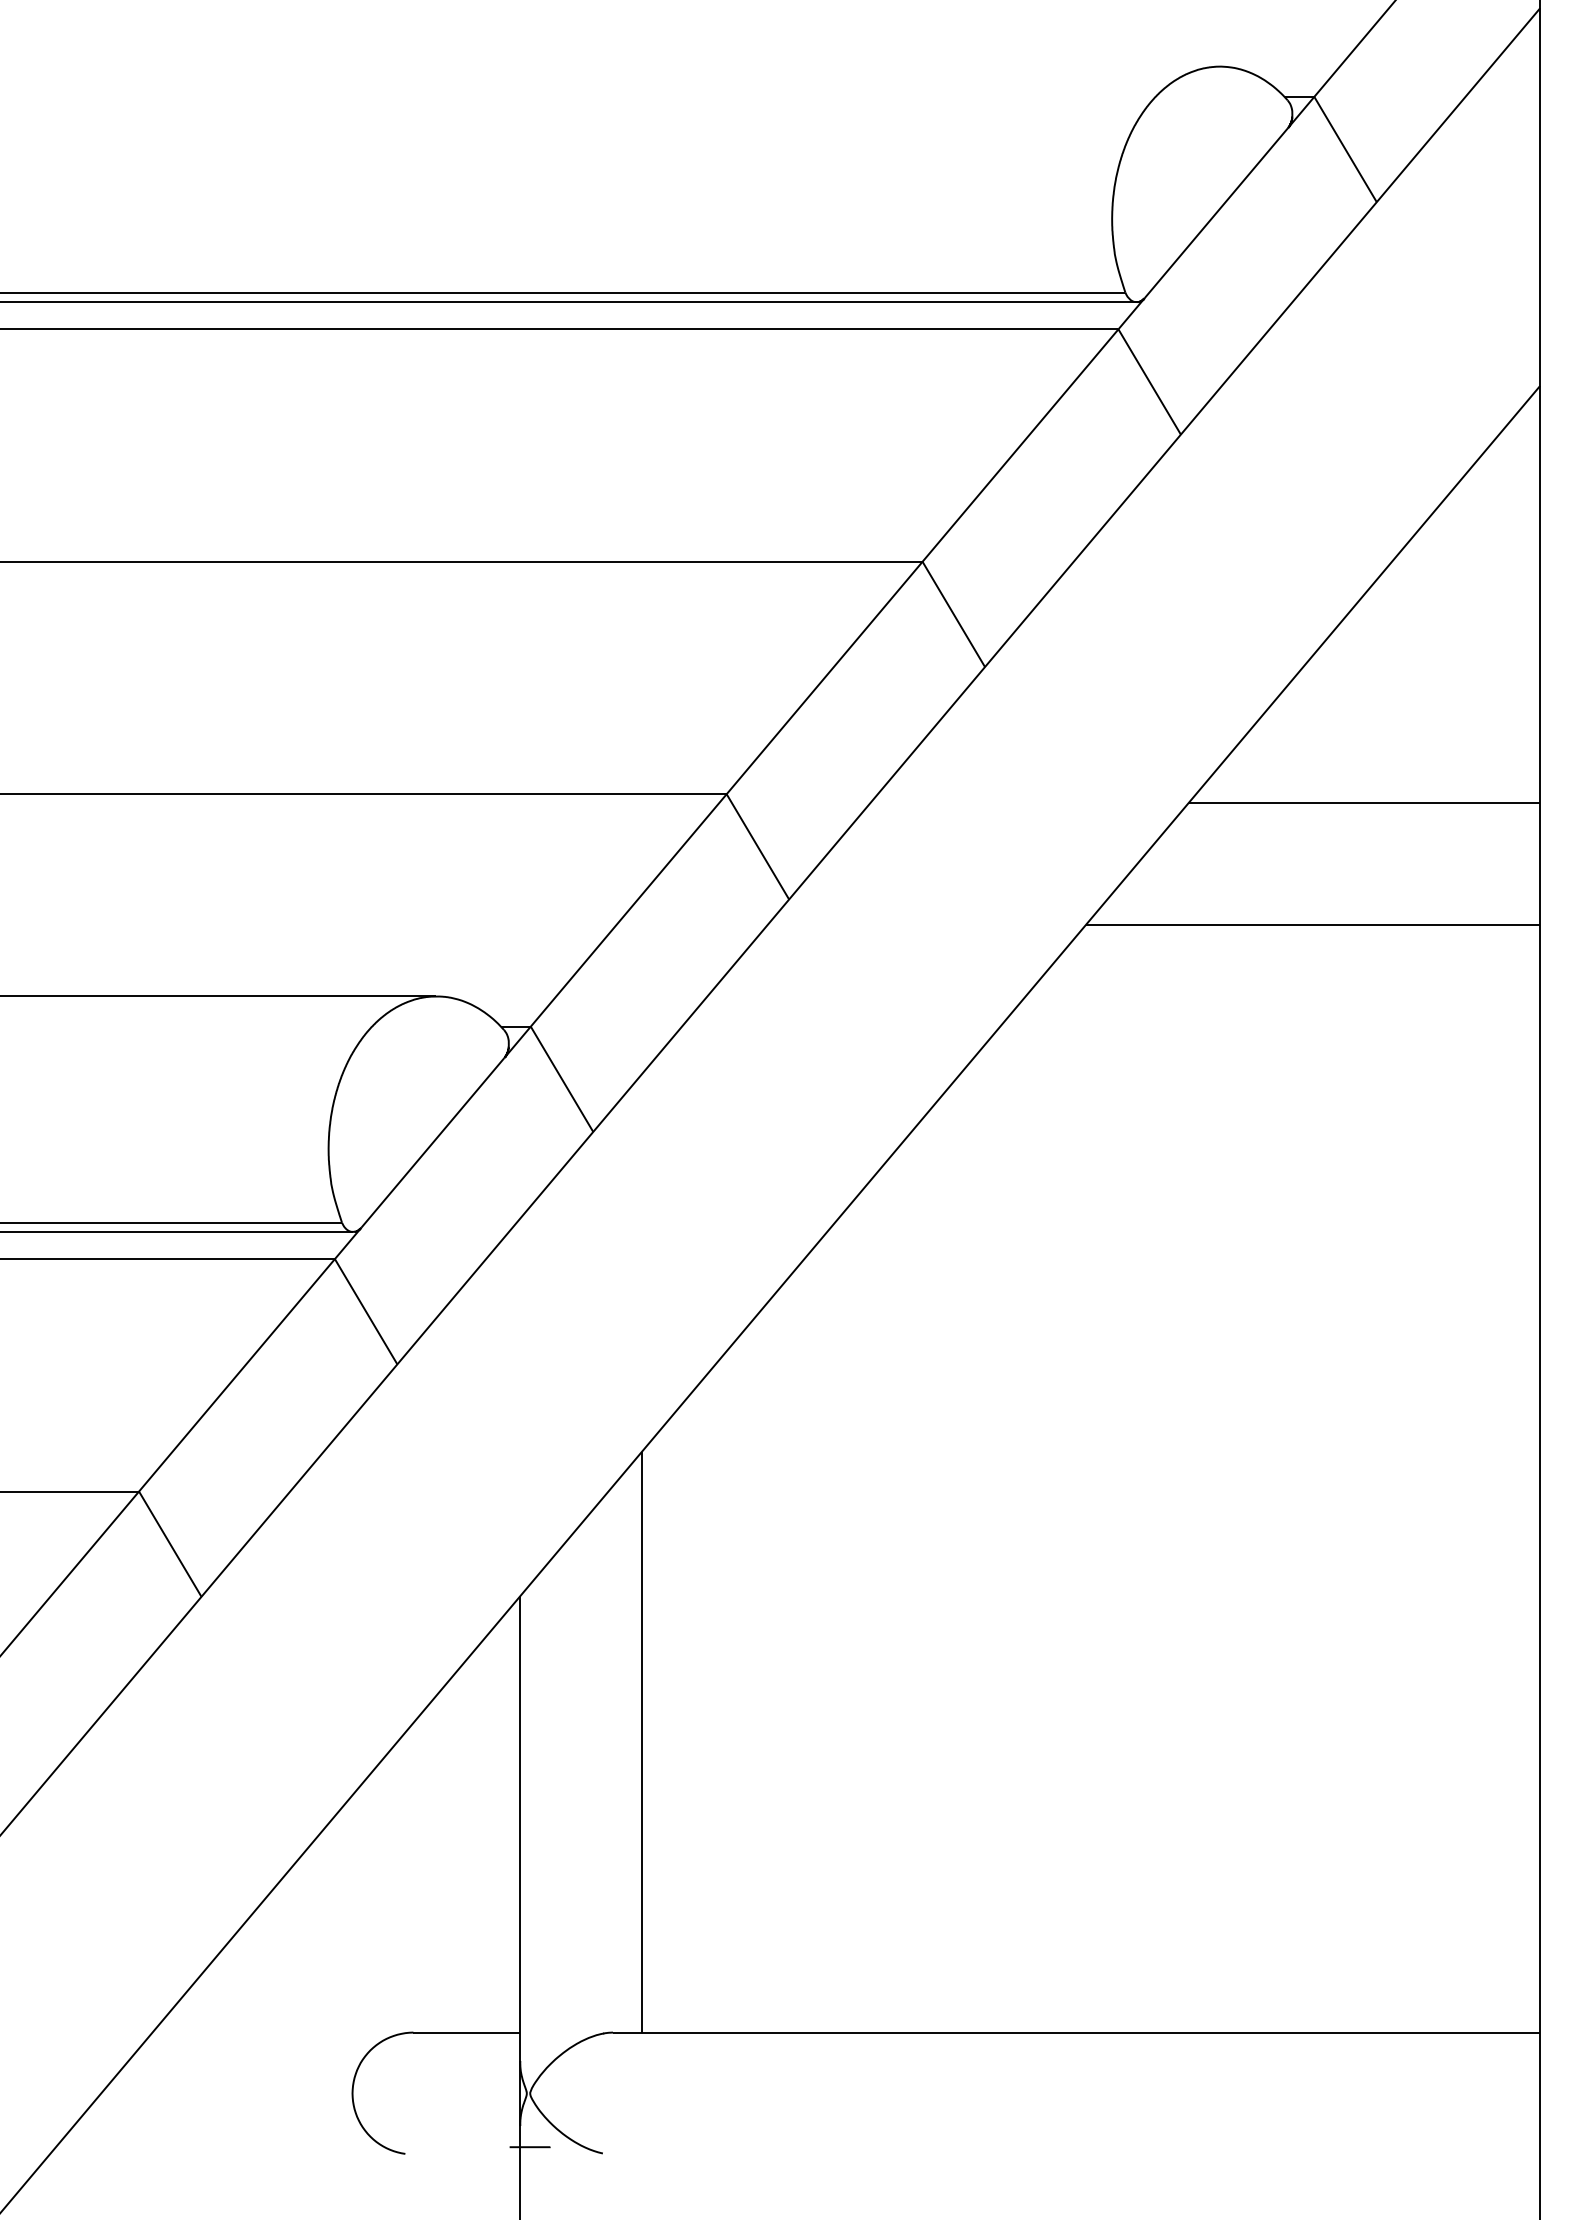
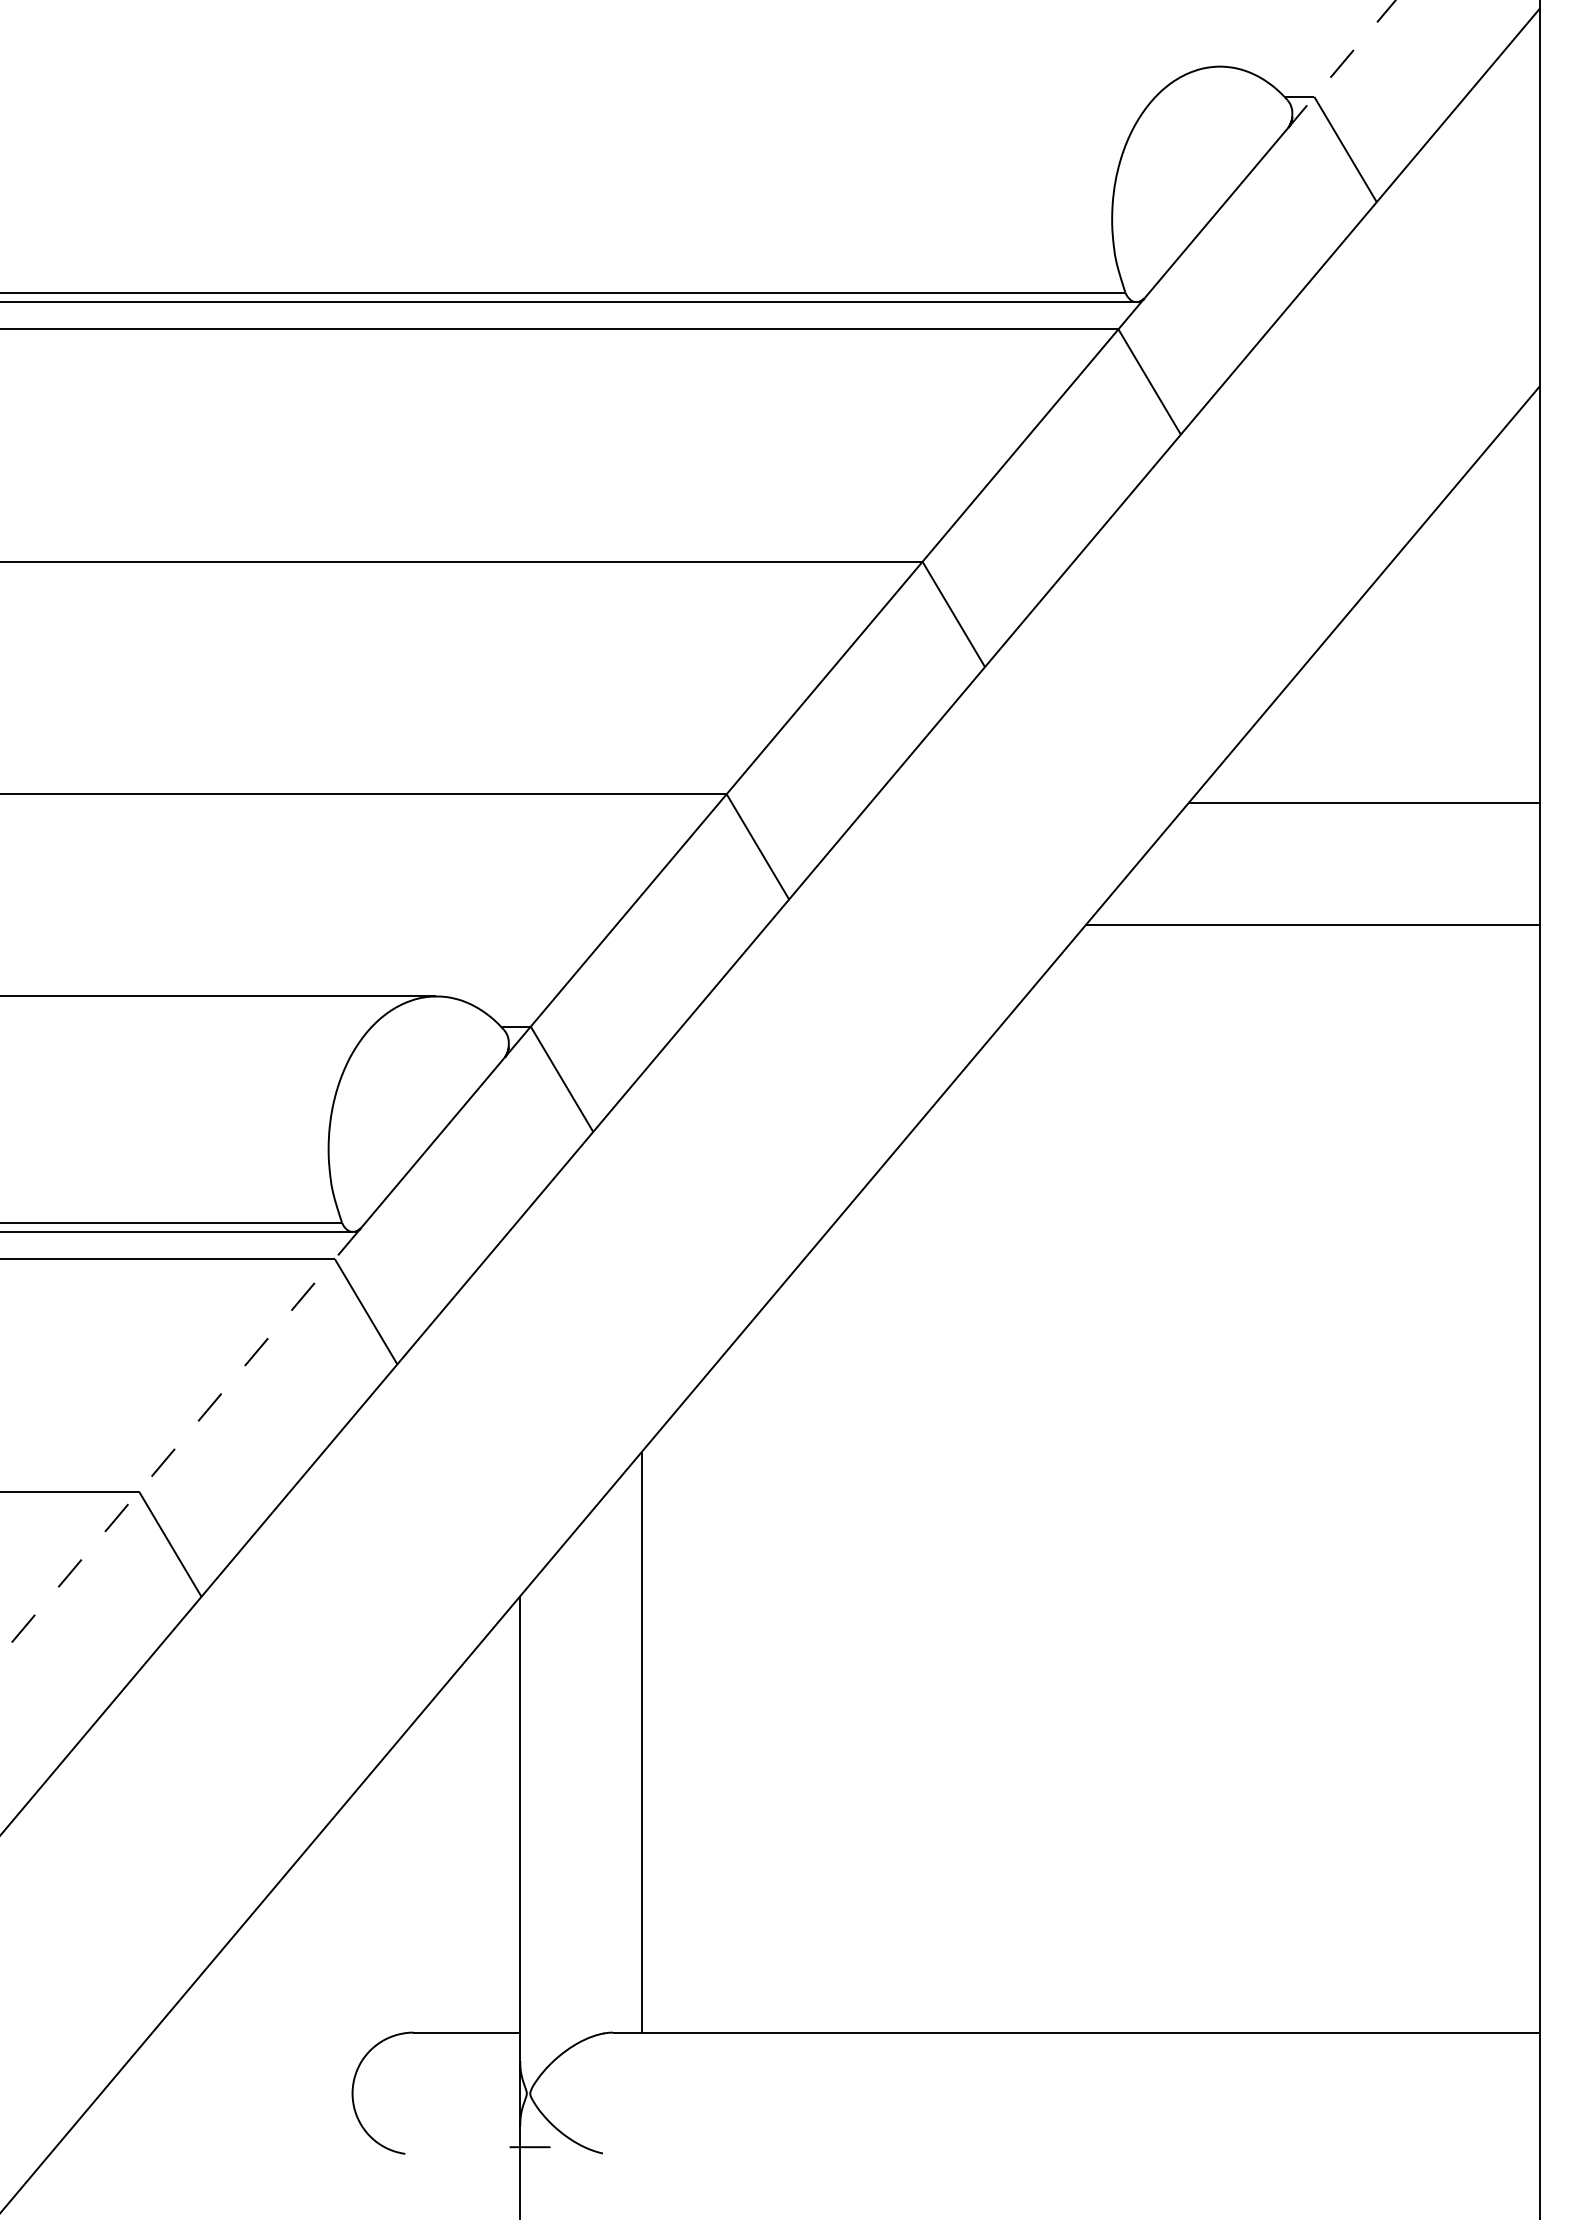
line at (1341, 64): solid -> dashed
line at (180, 1442): solid -> dashed
